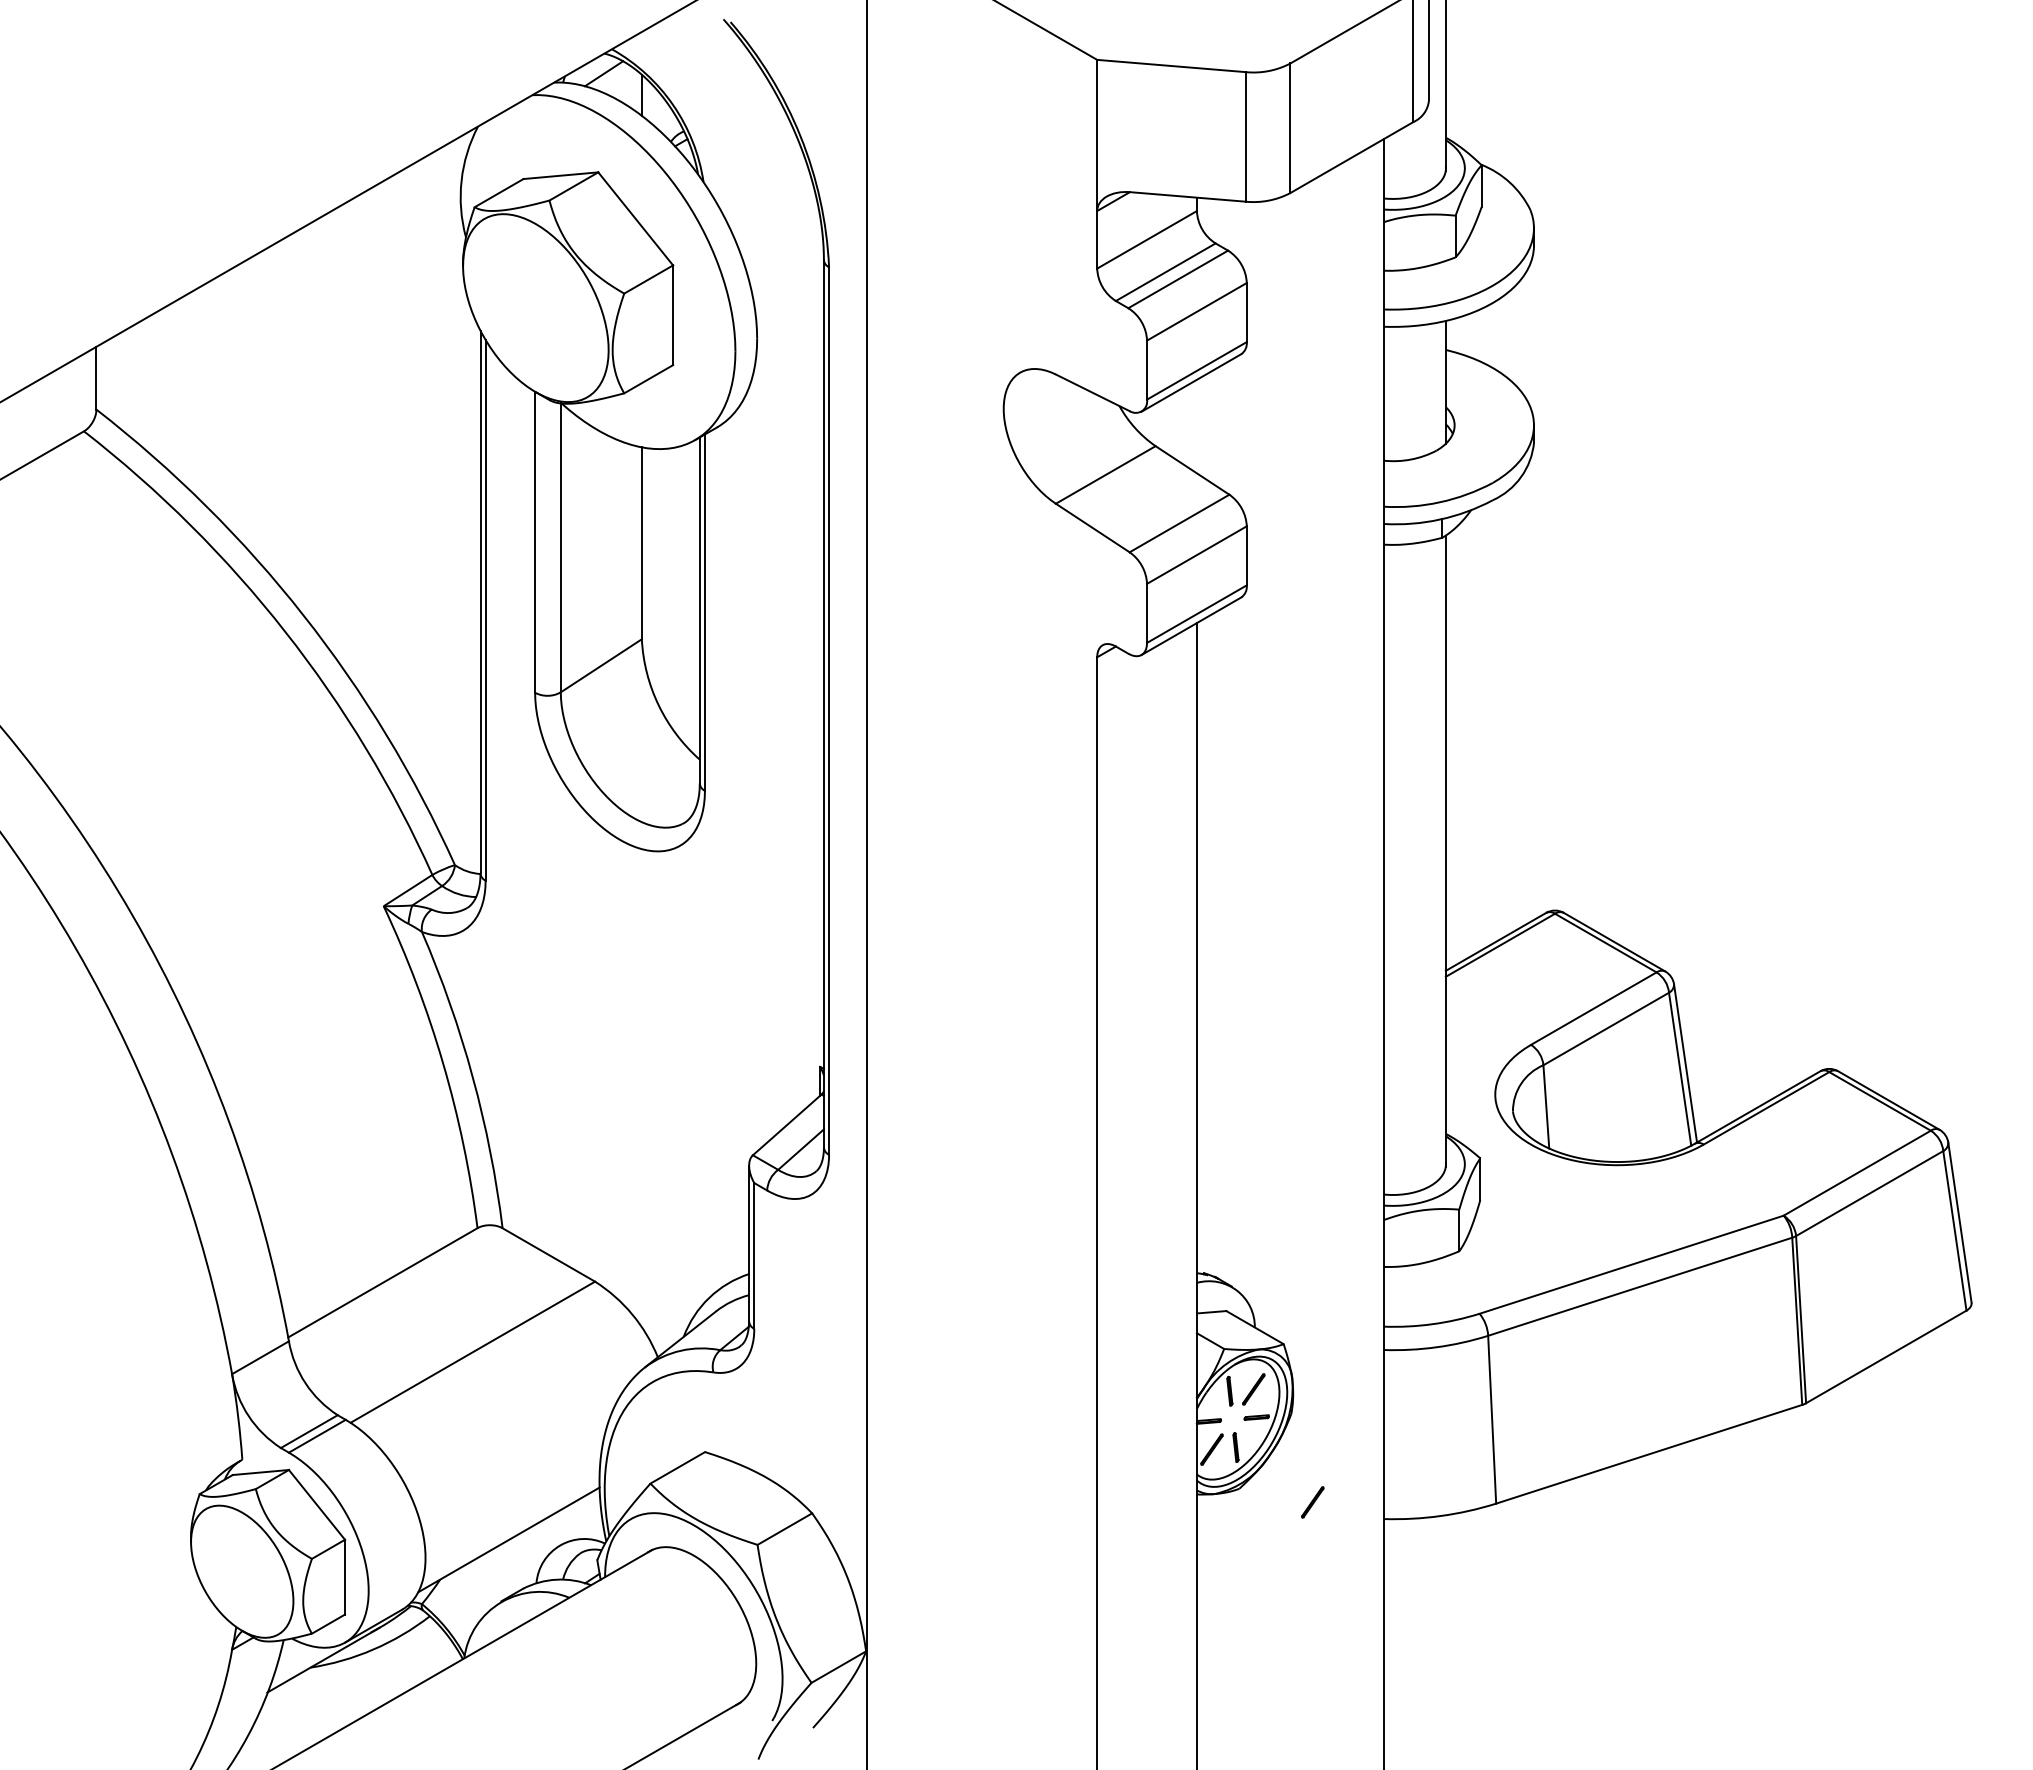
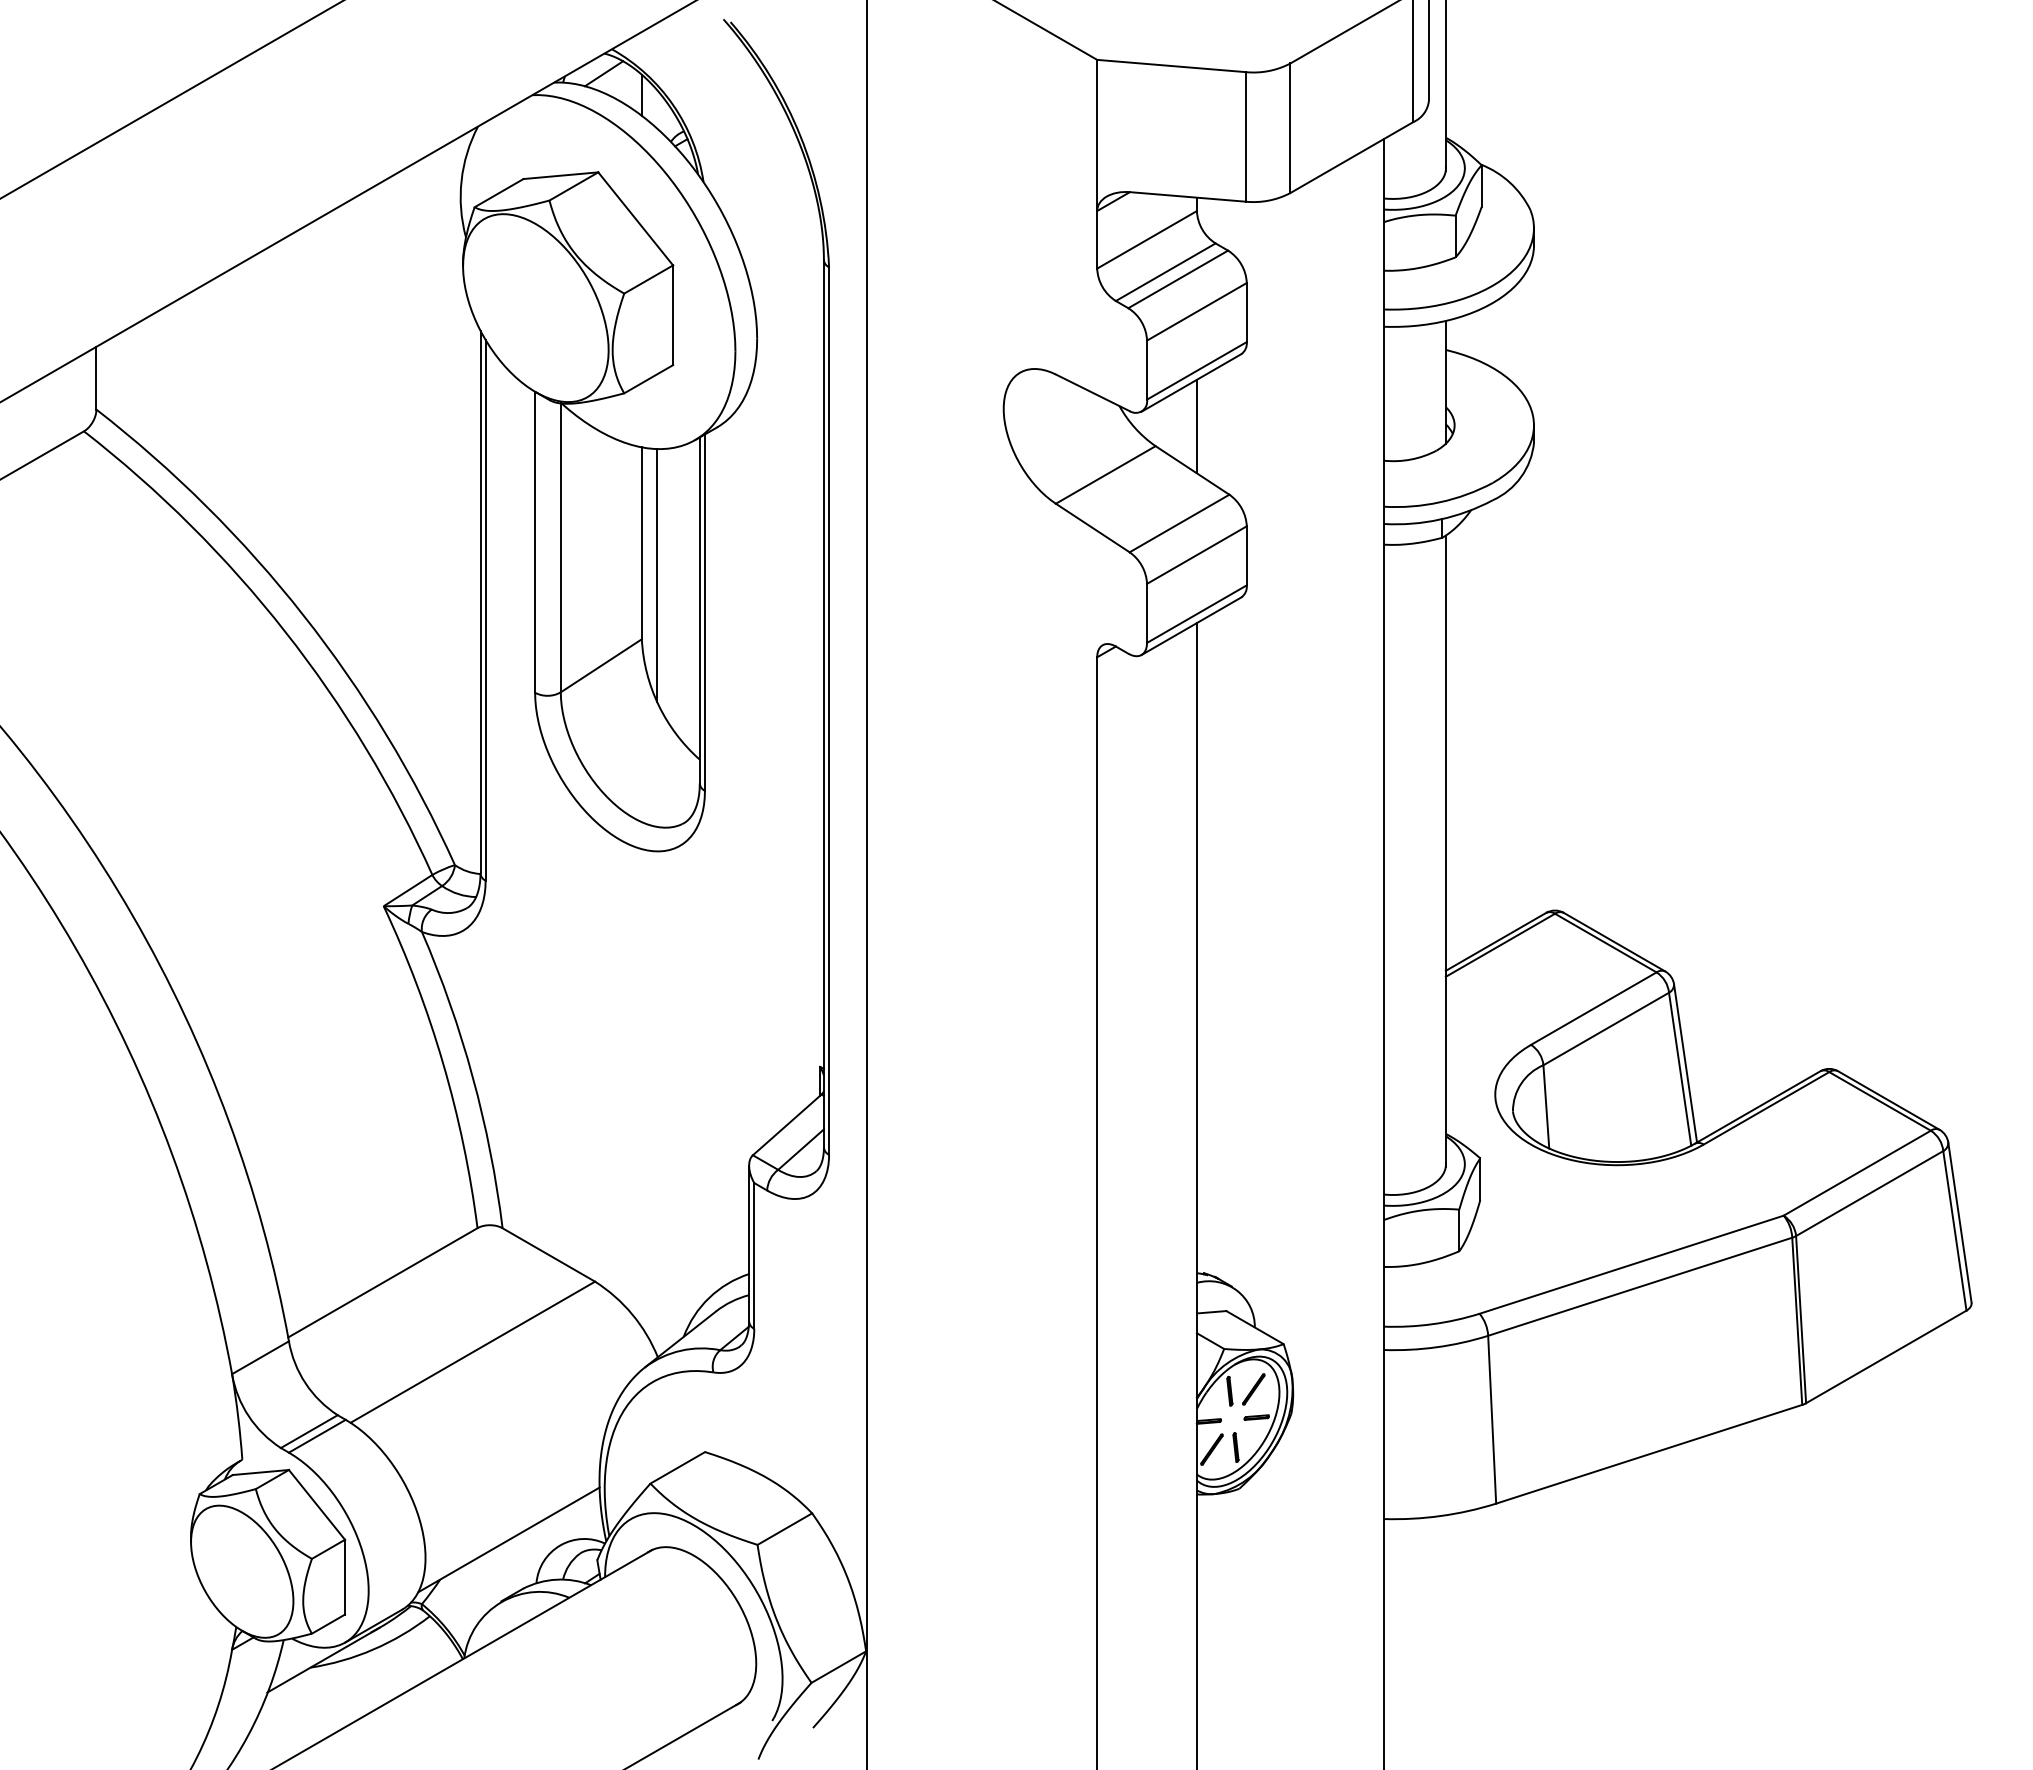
line at (171, 99): none -> present
line at (1196, 426): none -> present
line at (657, 575): none -> present
part at (1312, 1502): present -> none
